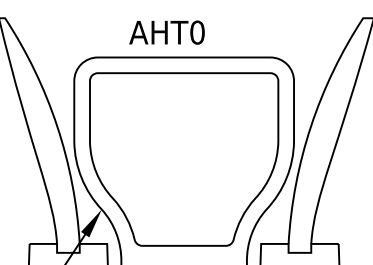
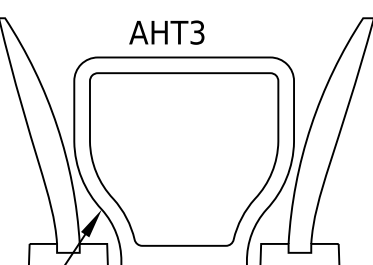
text at (197, 32): AHT0 -> AHT3
